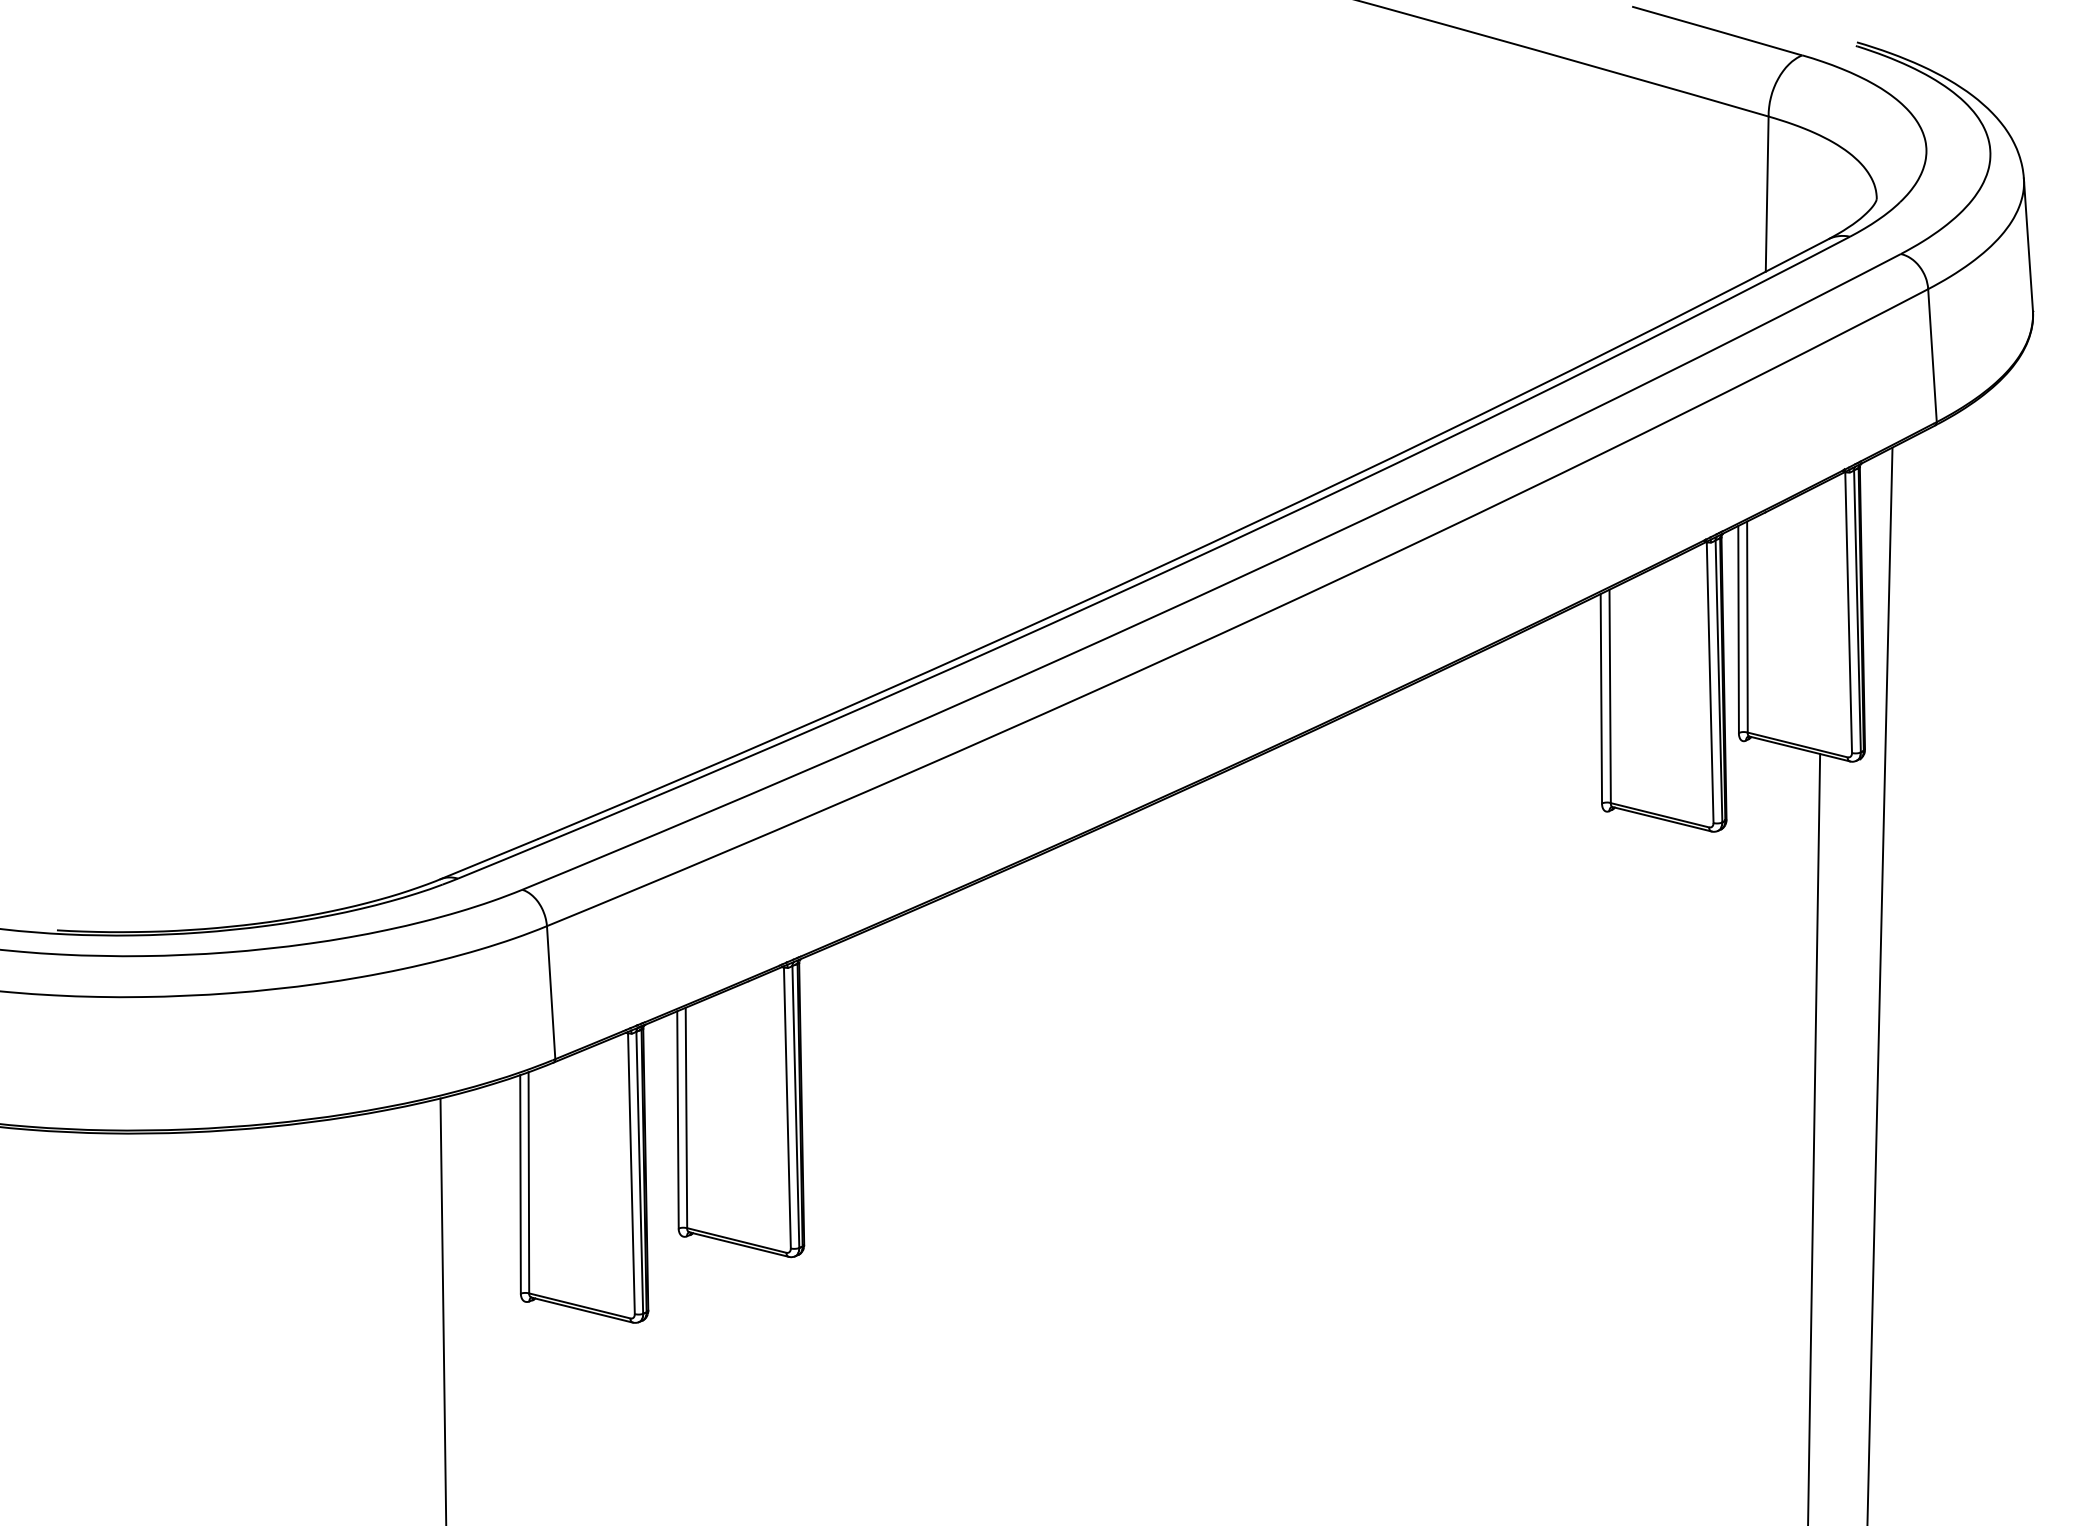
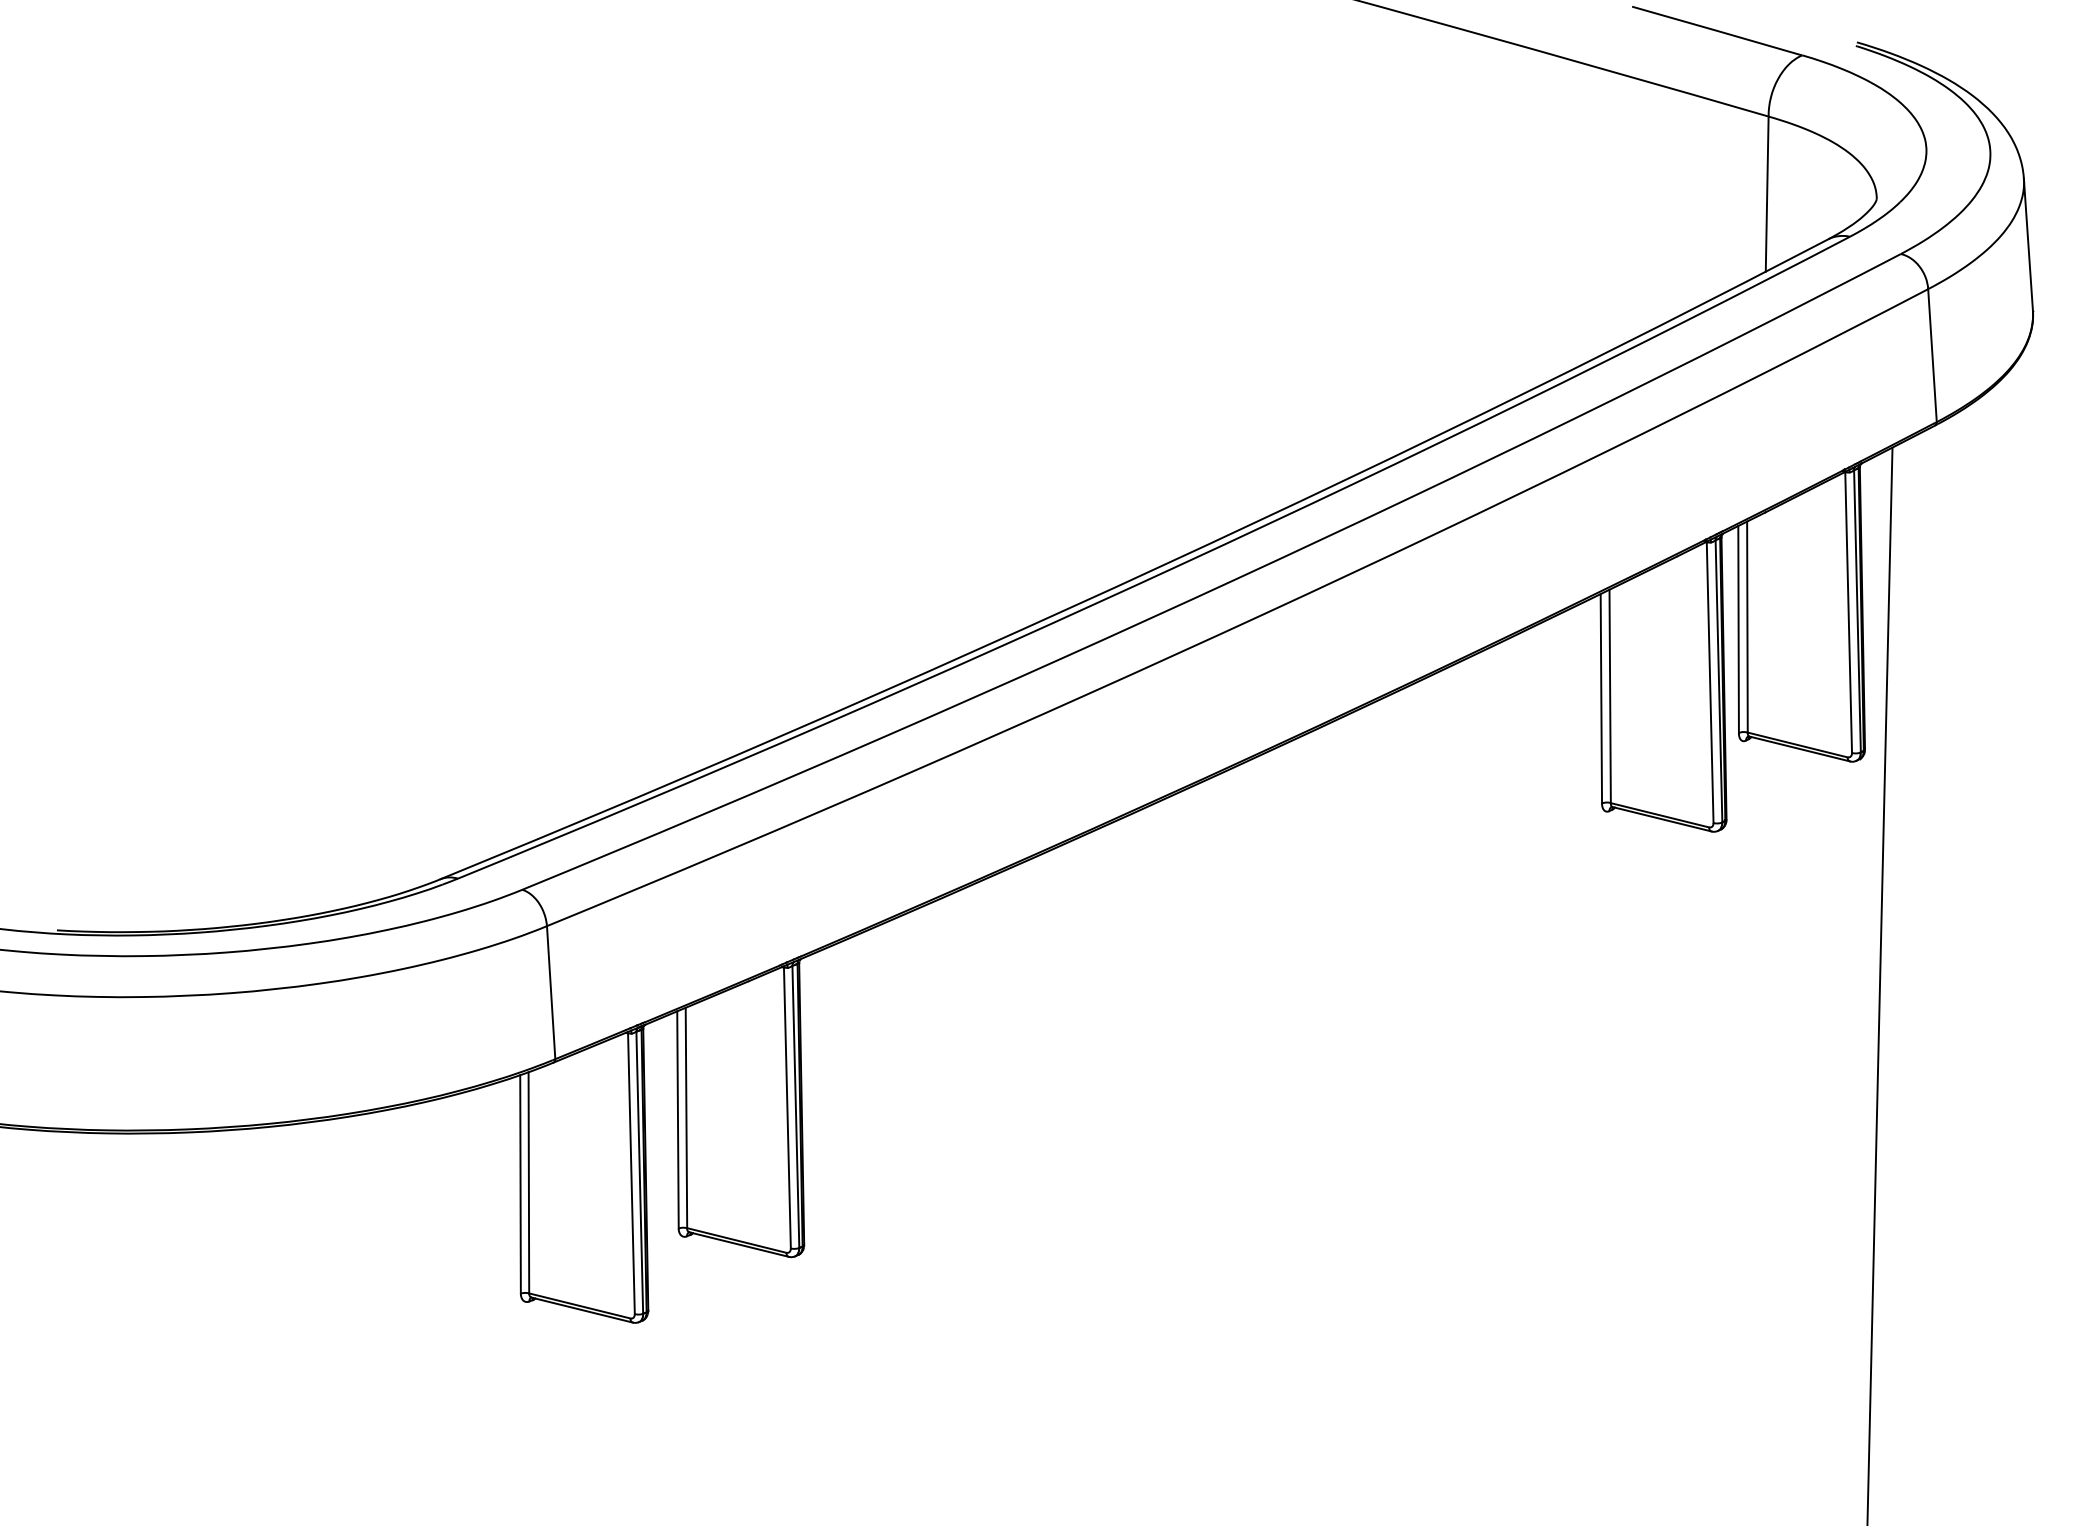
line at (1814, 1138): present -> none
line at (443, 1310): present -> none
